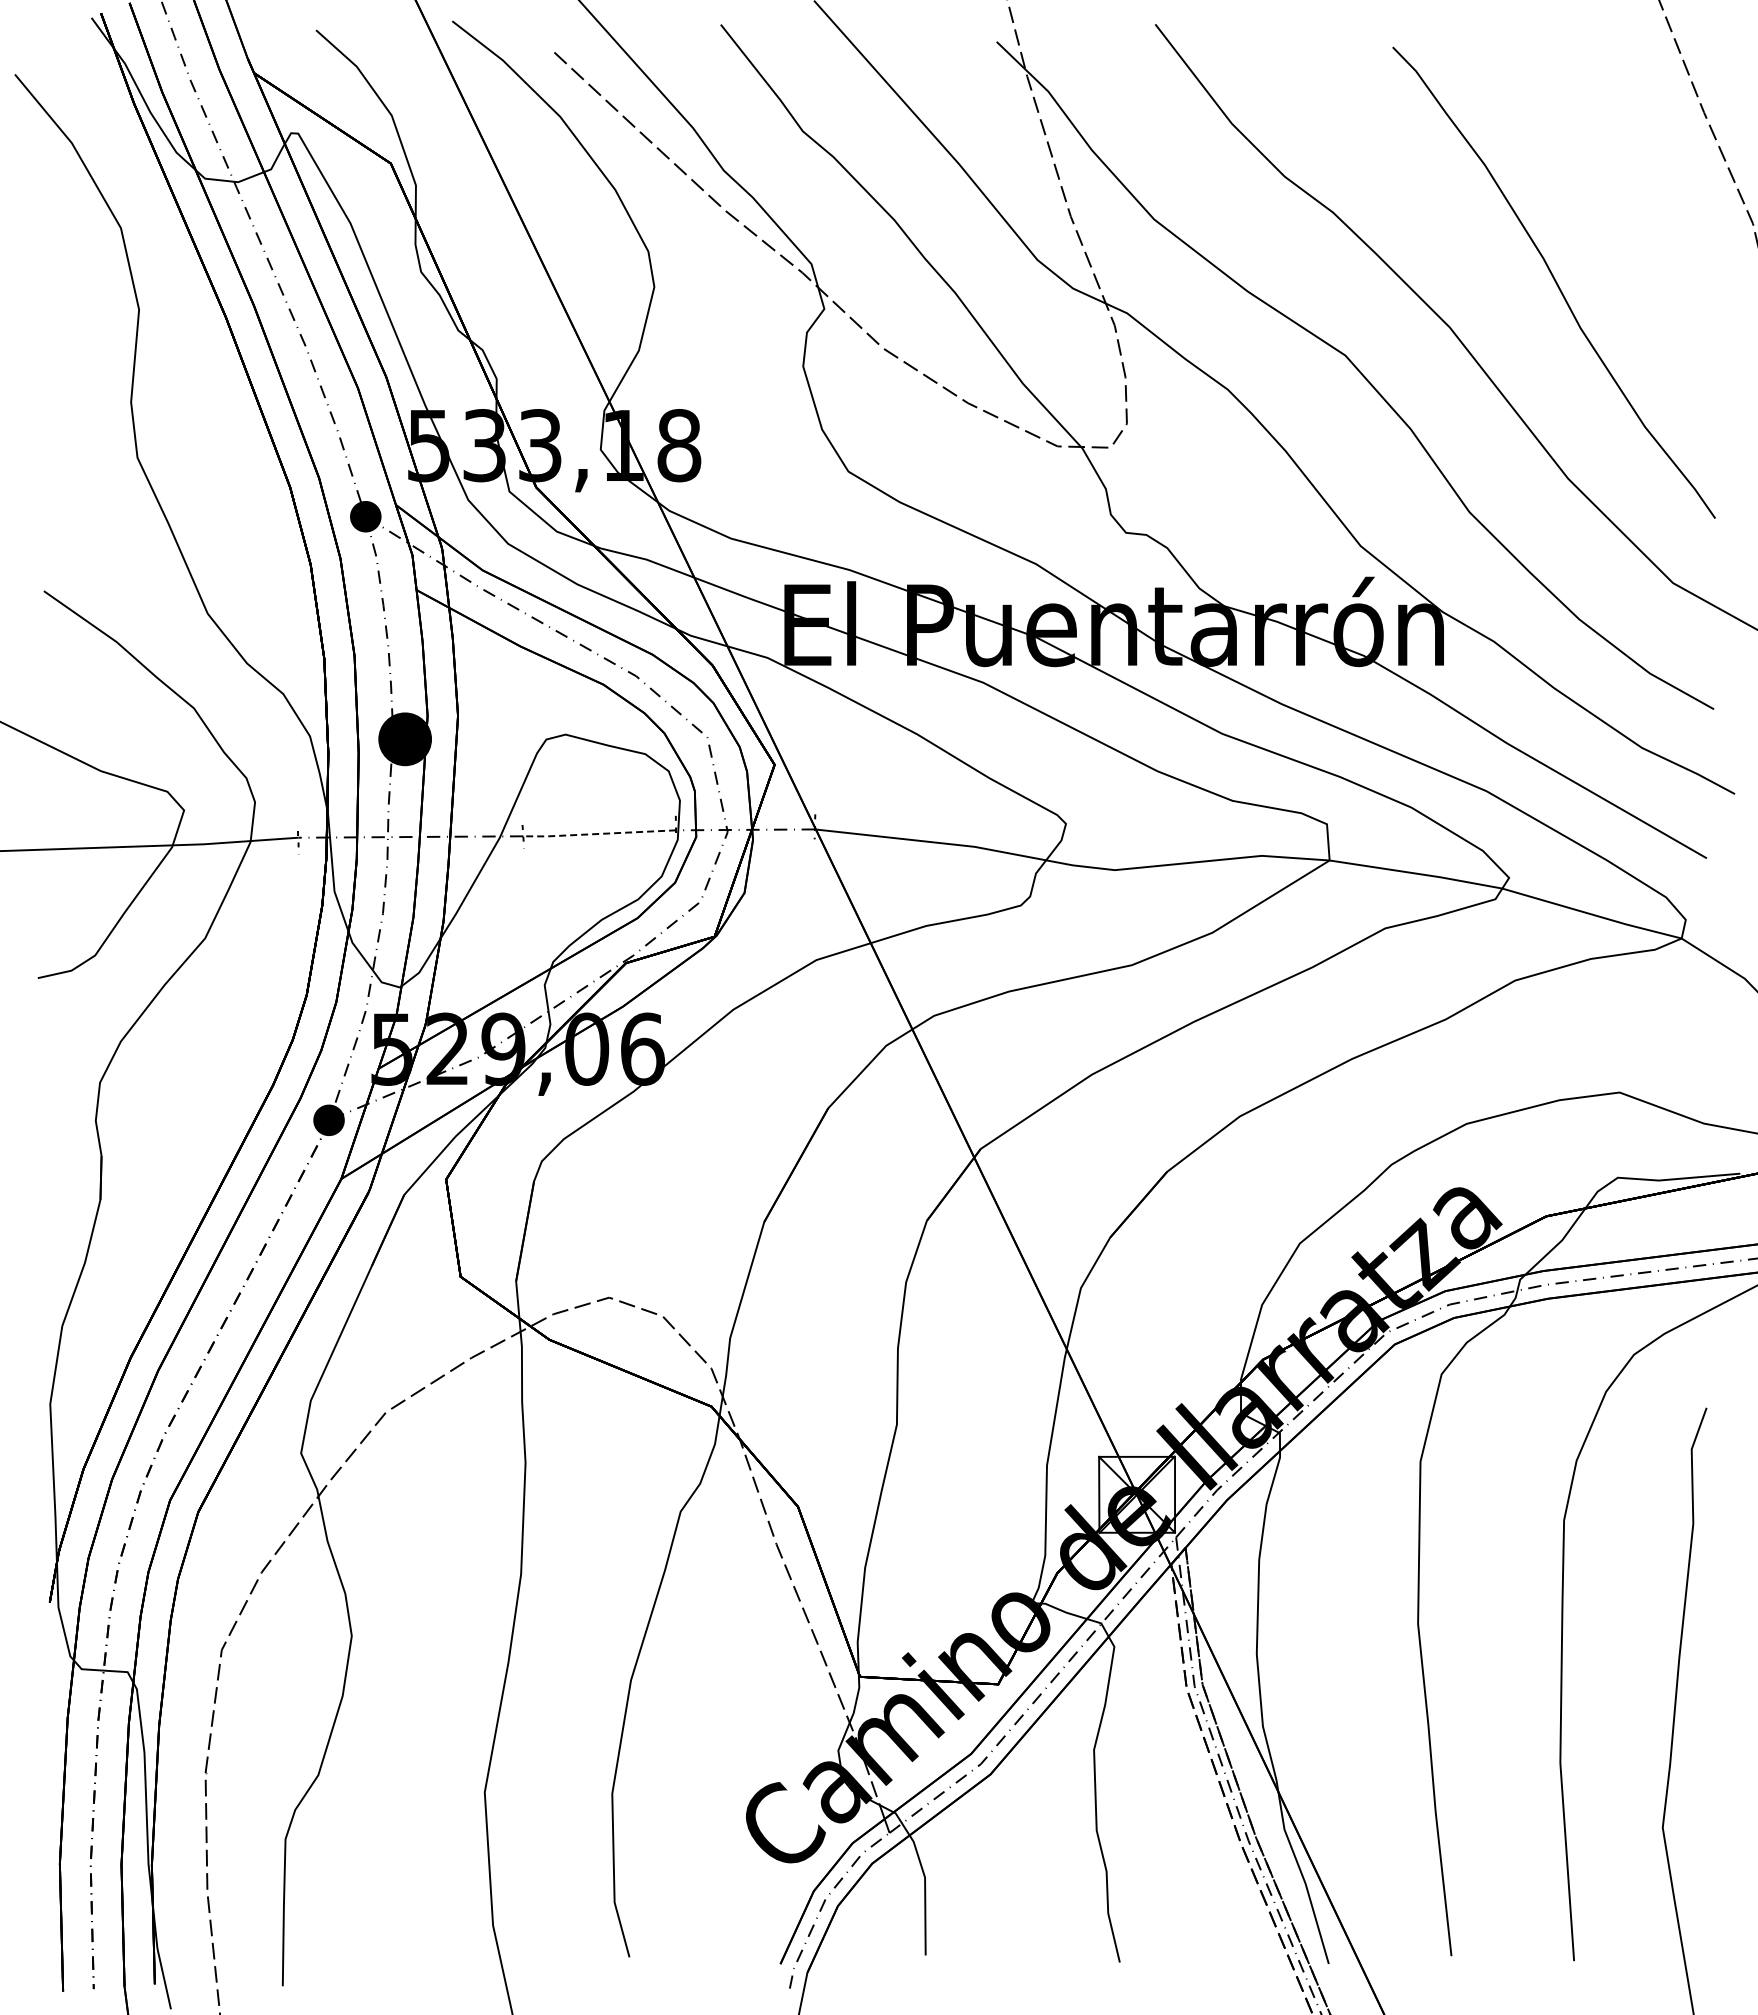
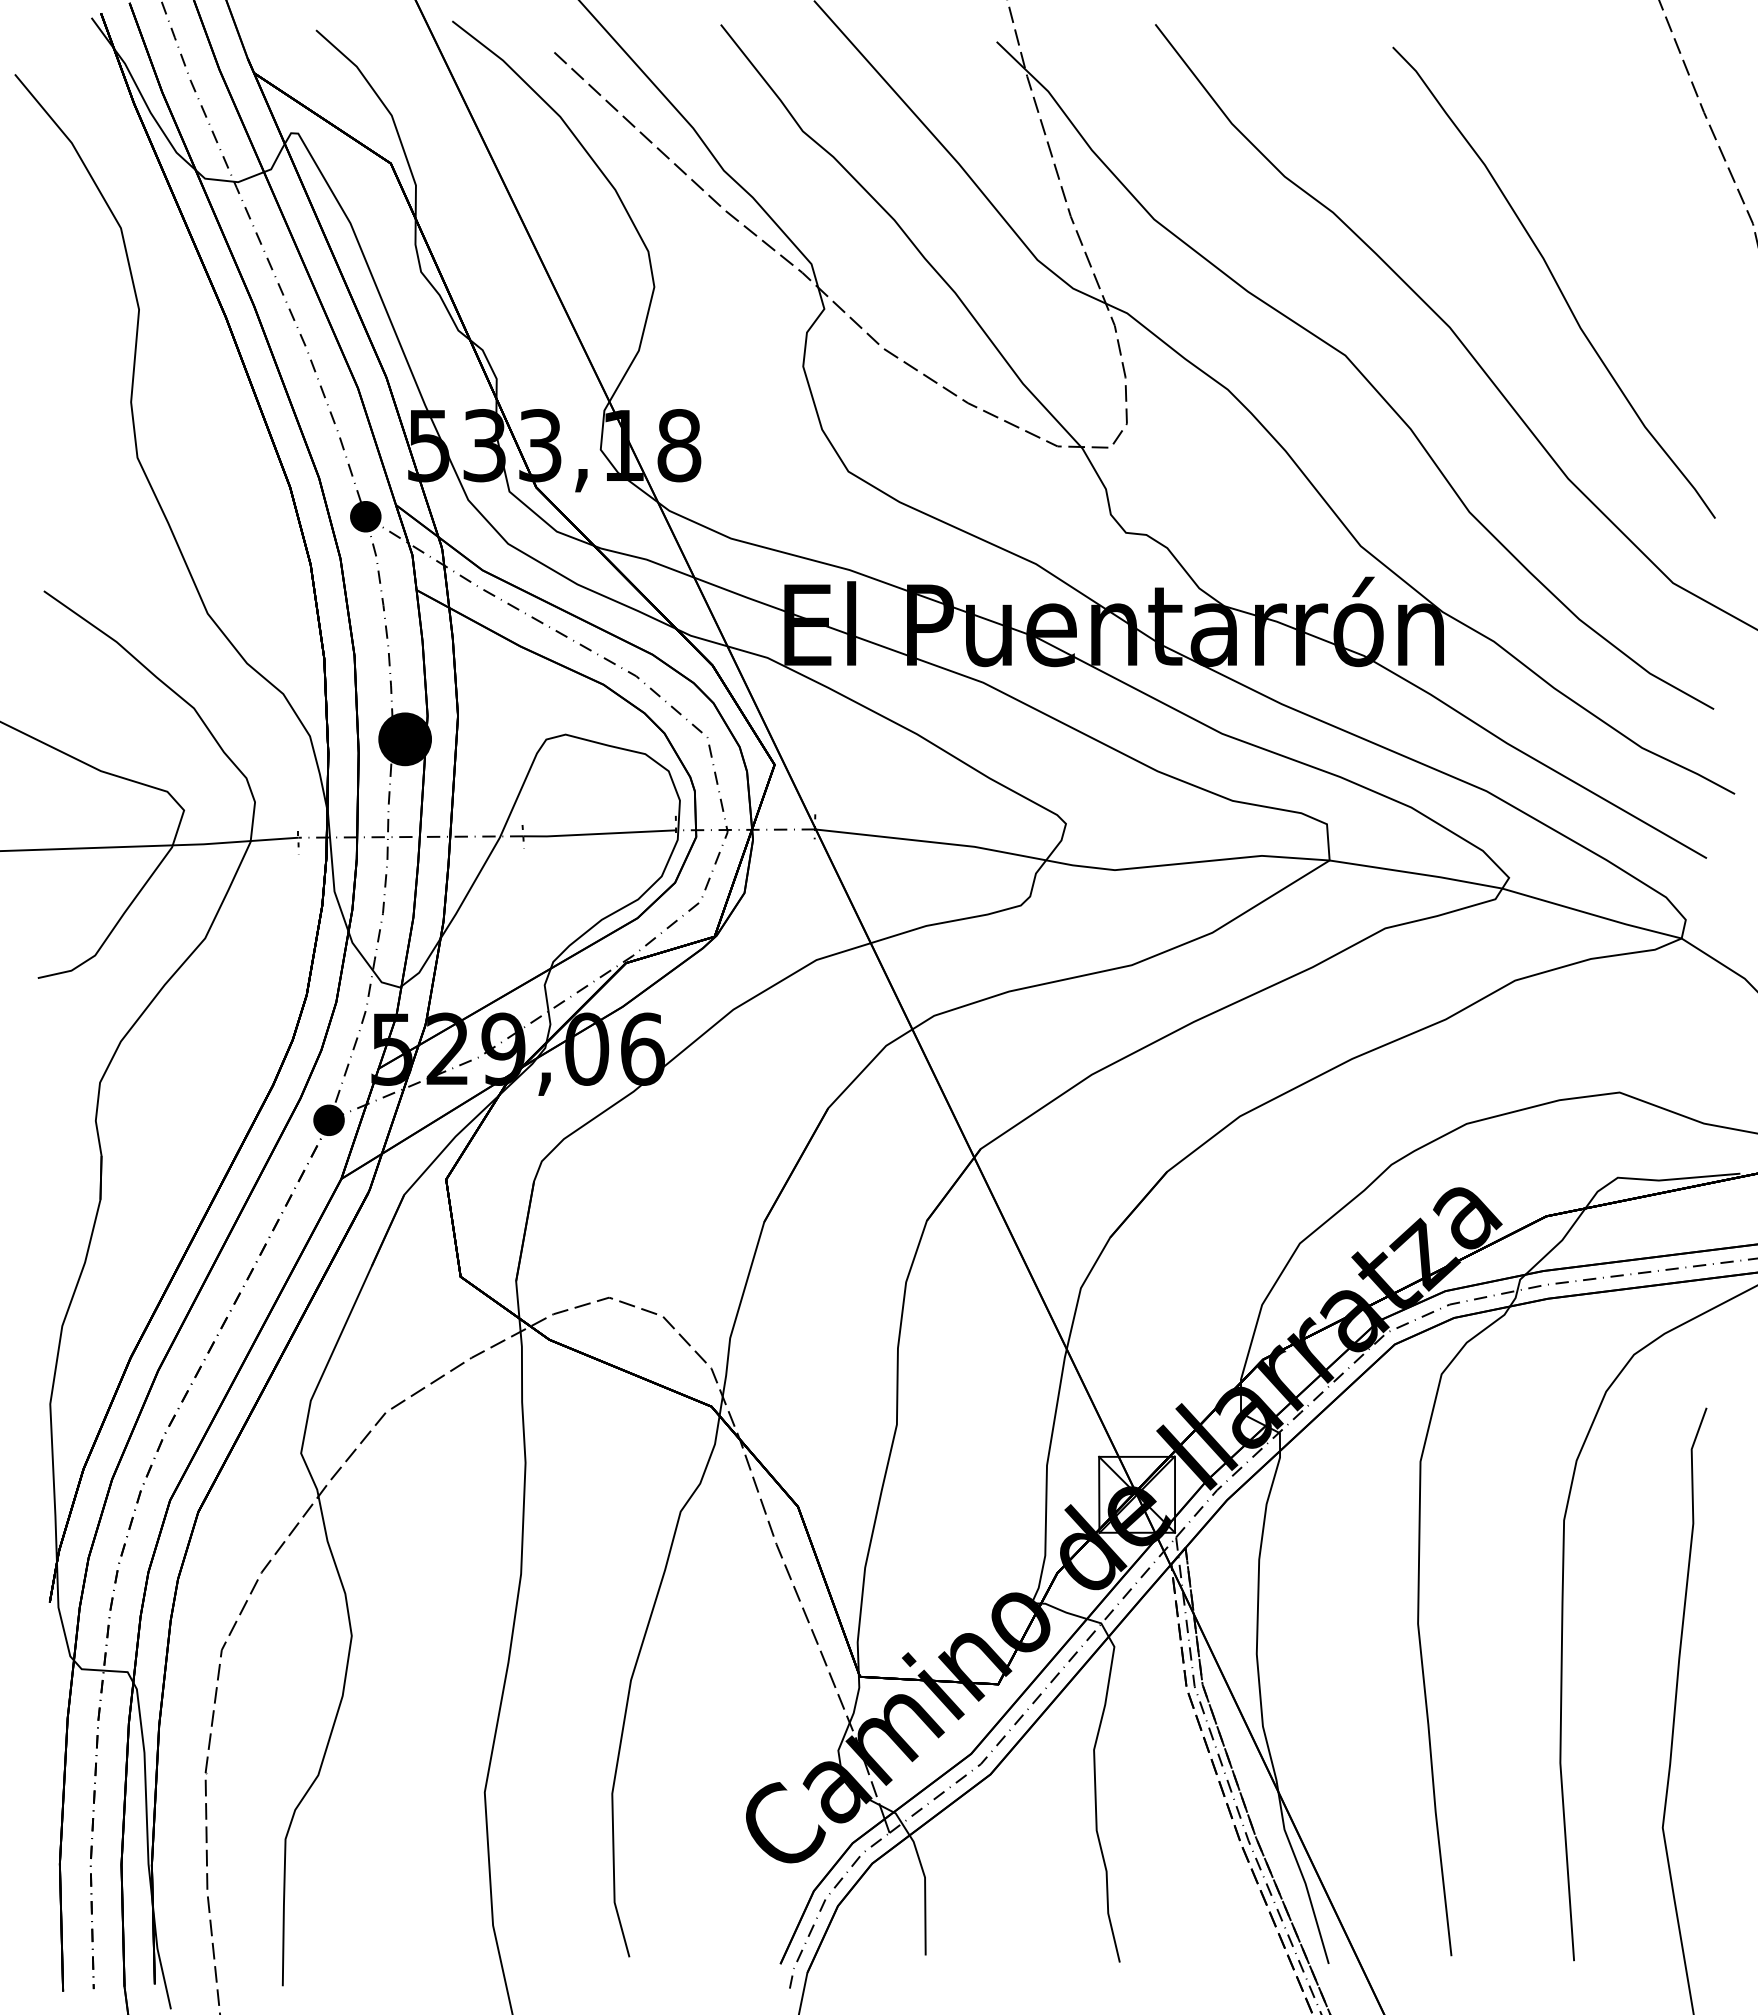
line at (598, 833): dashed -> solid
